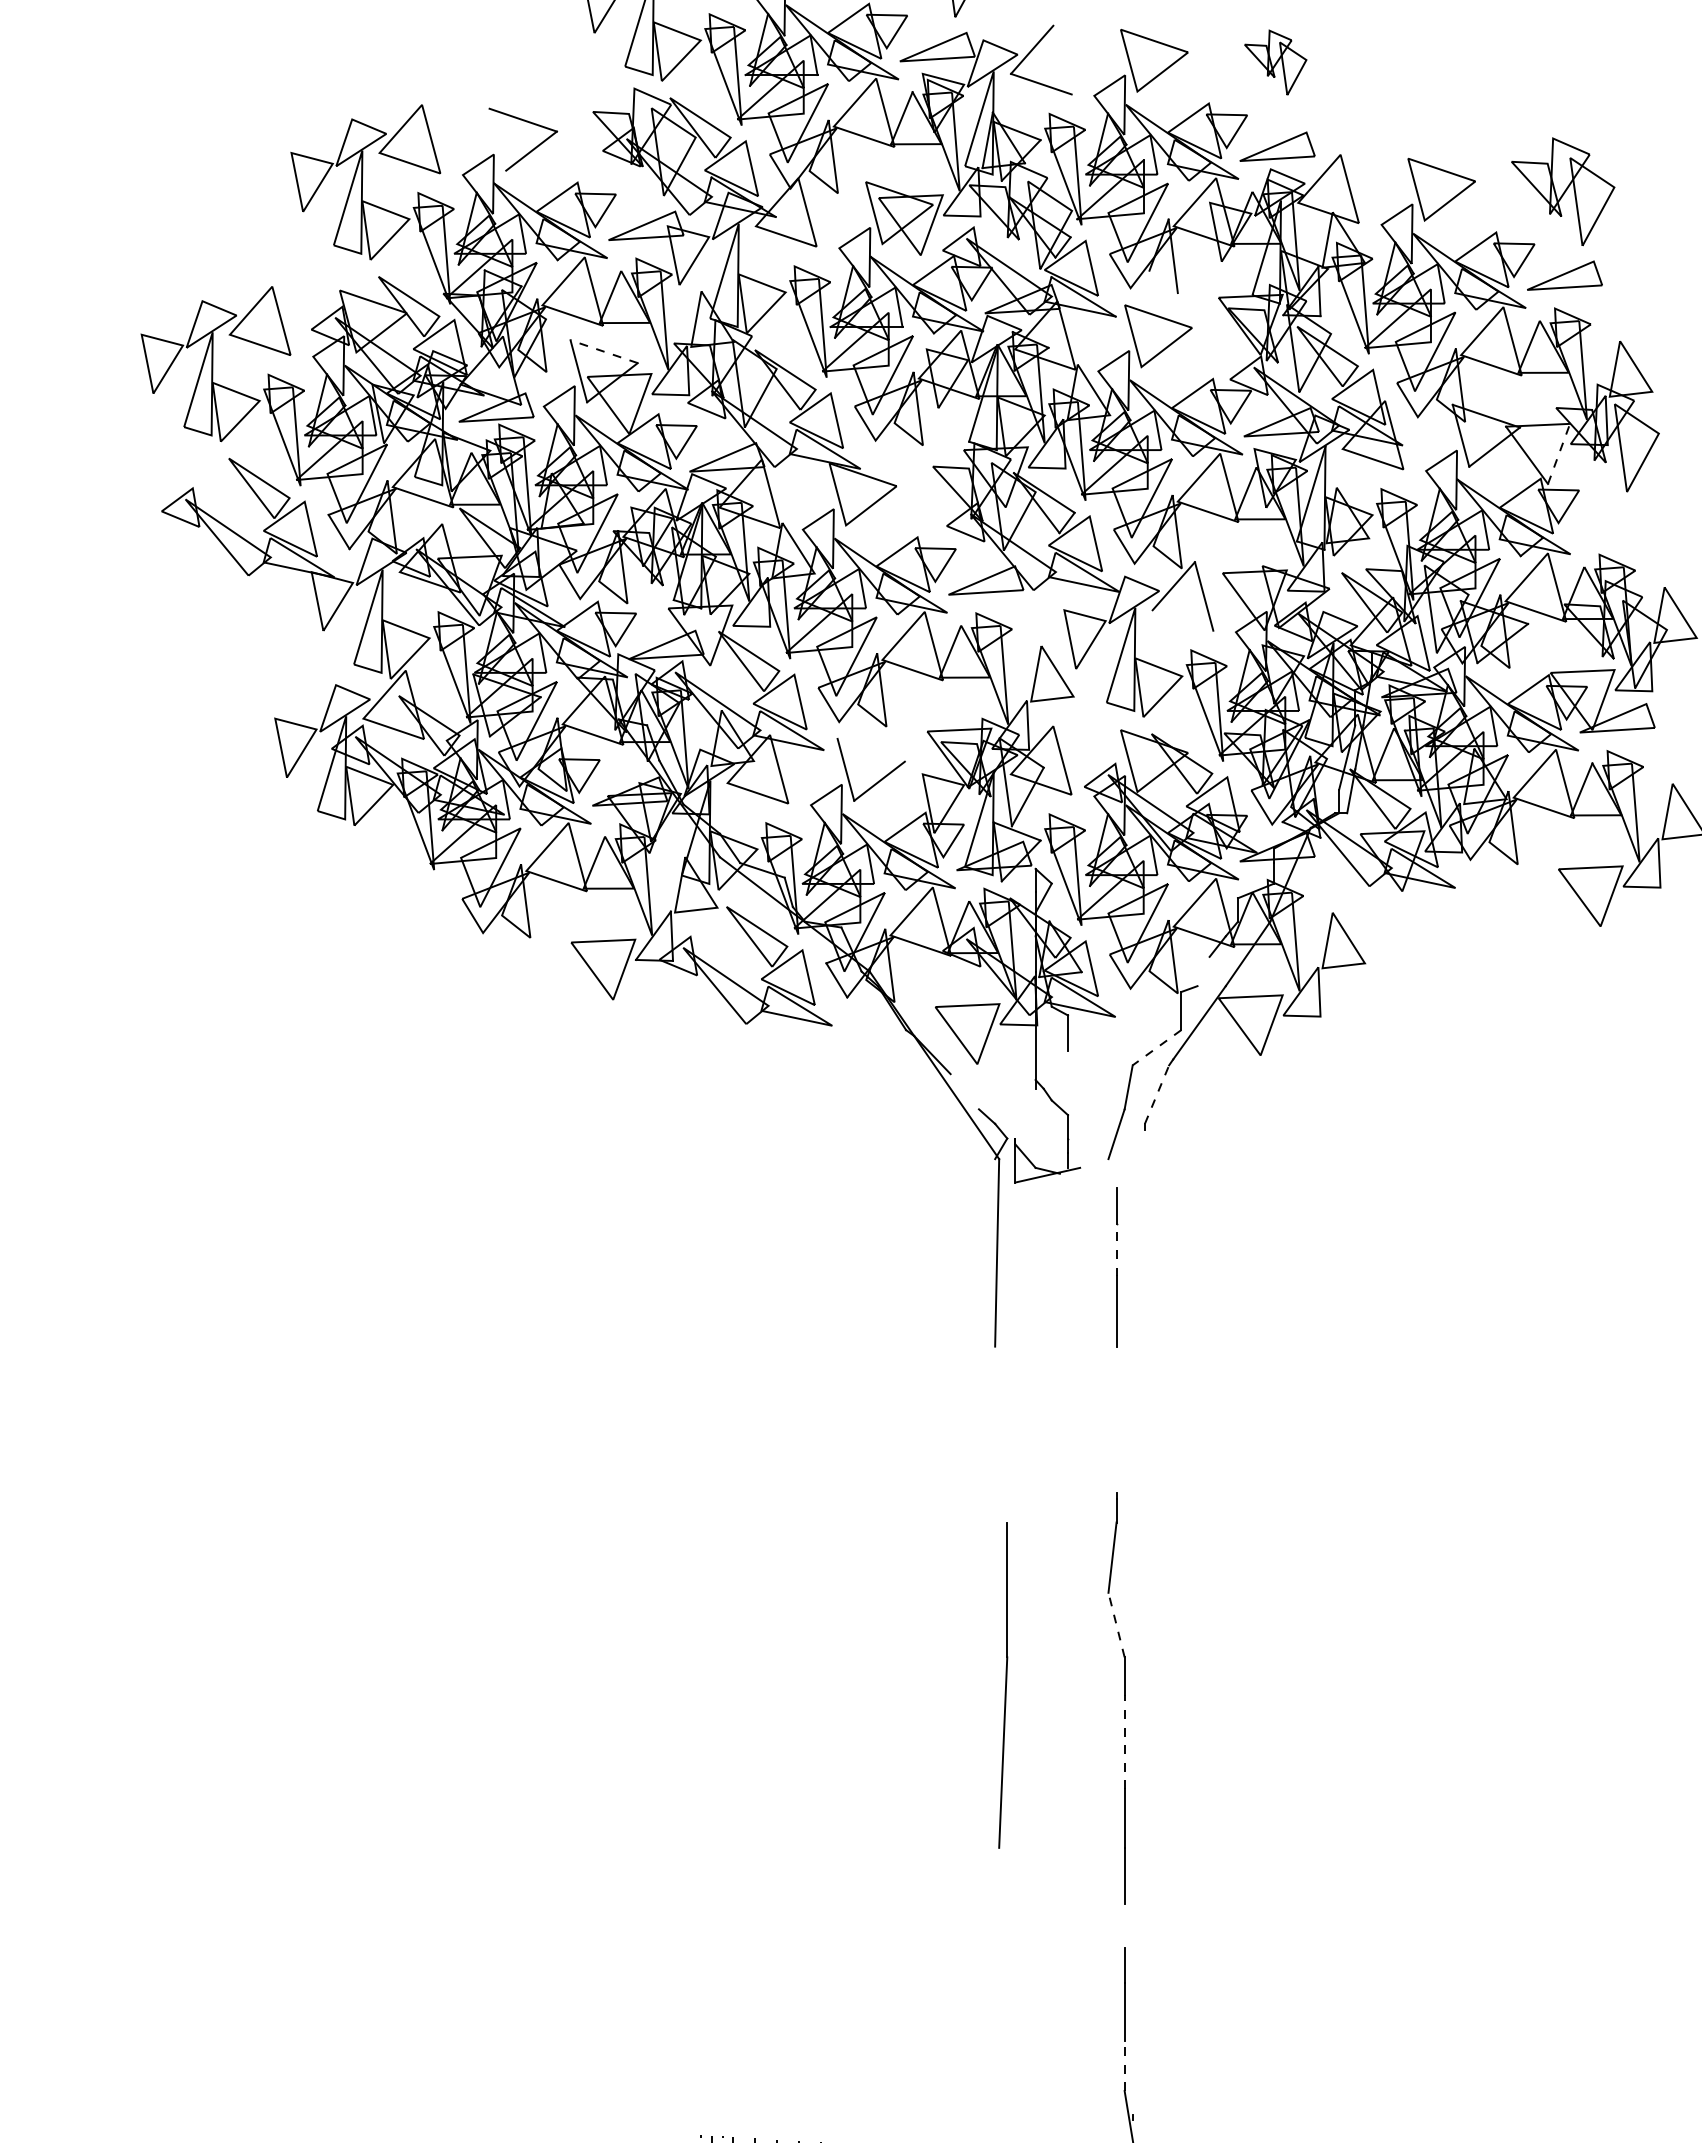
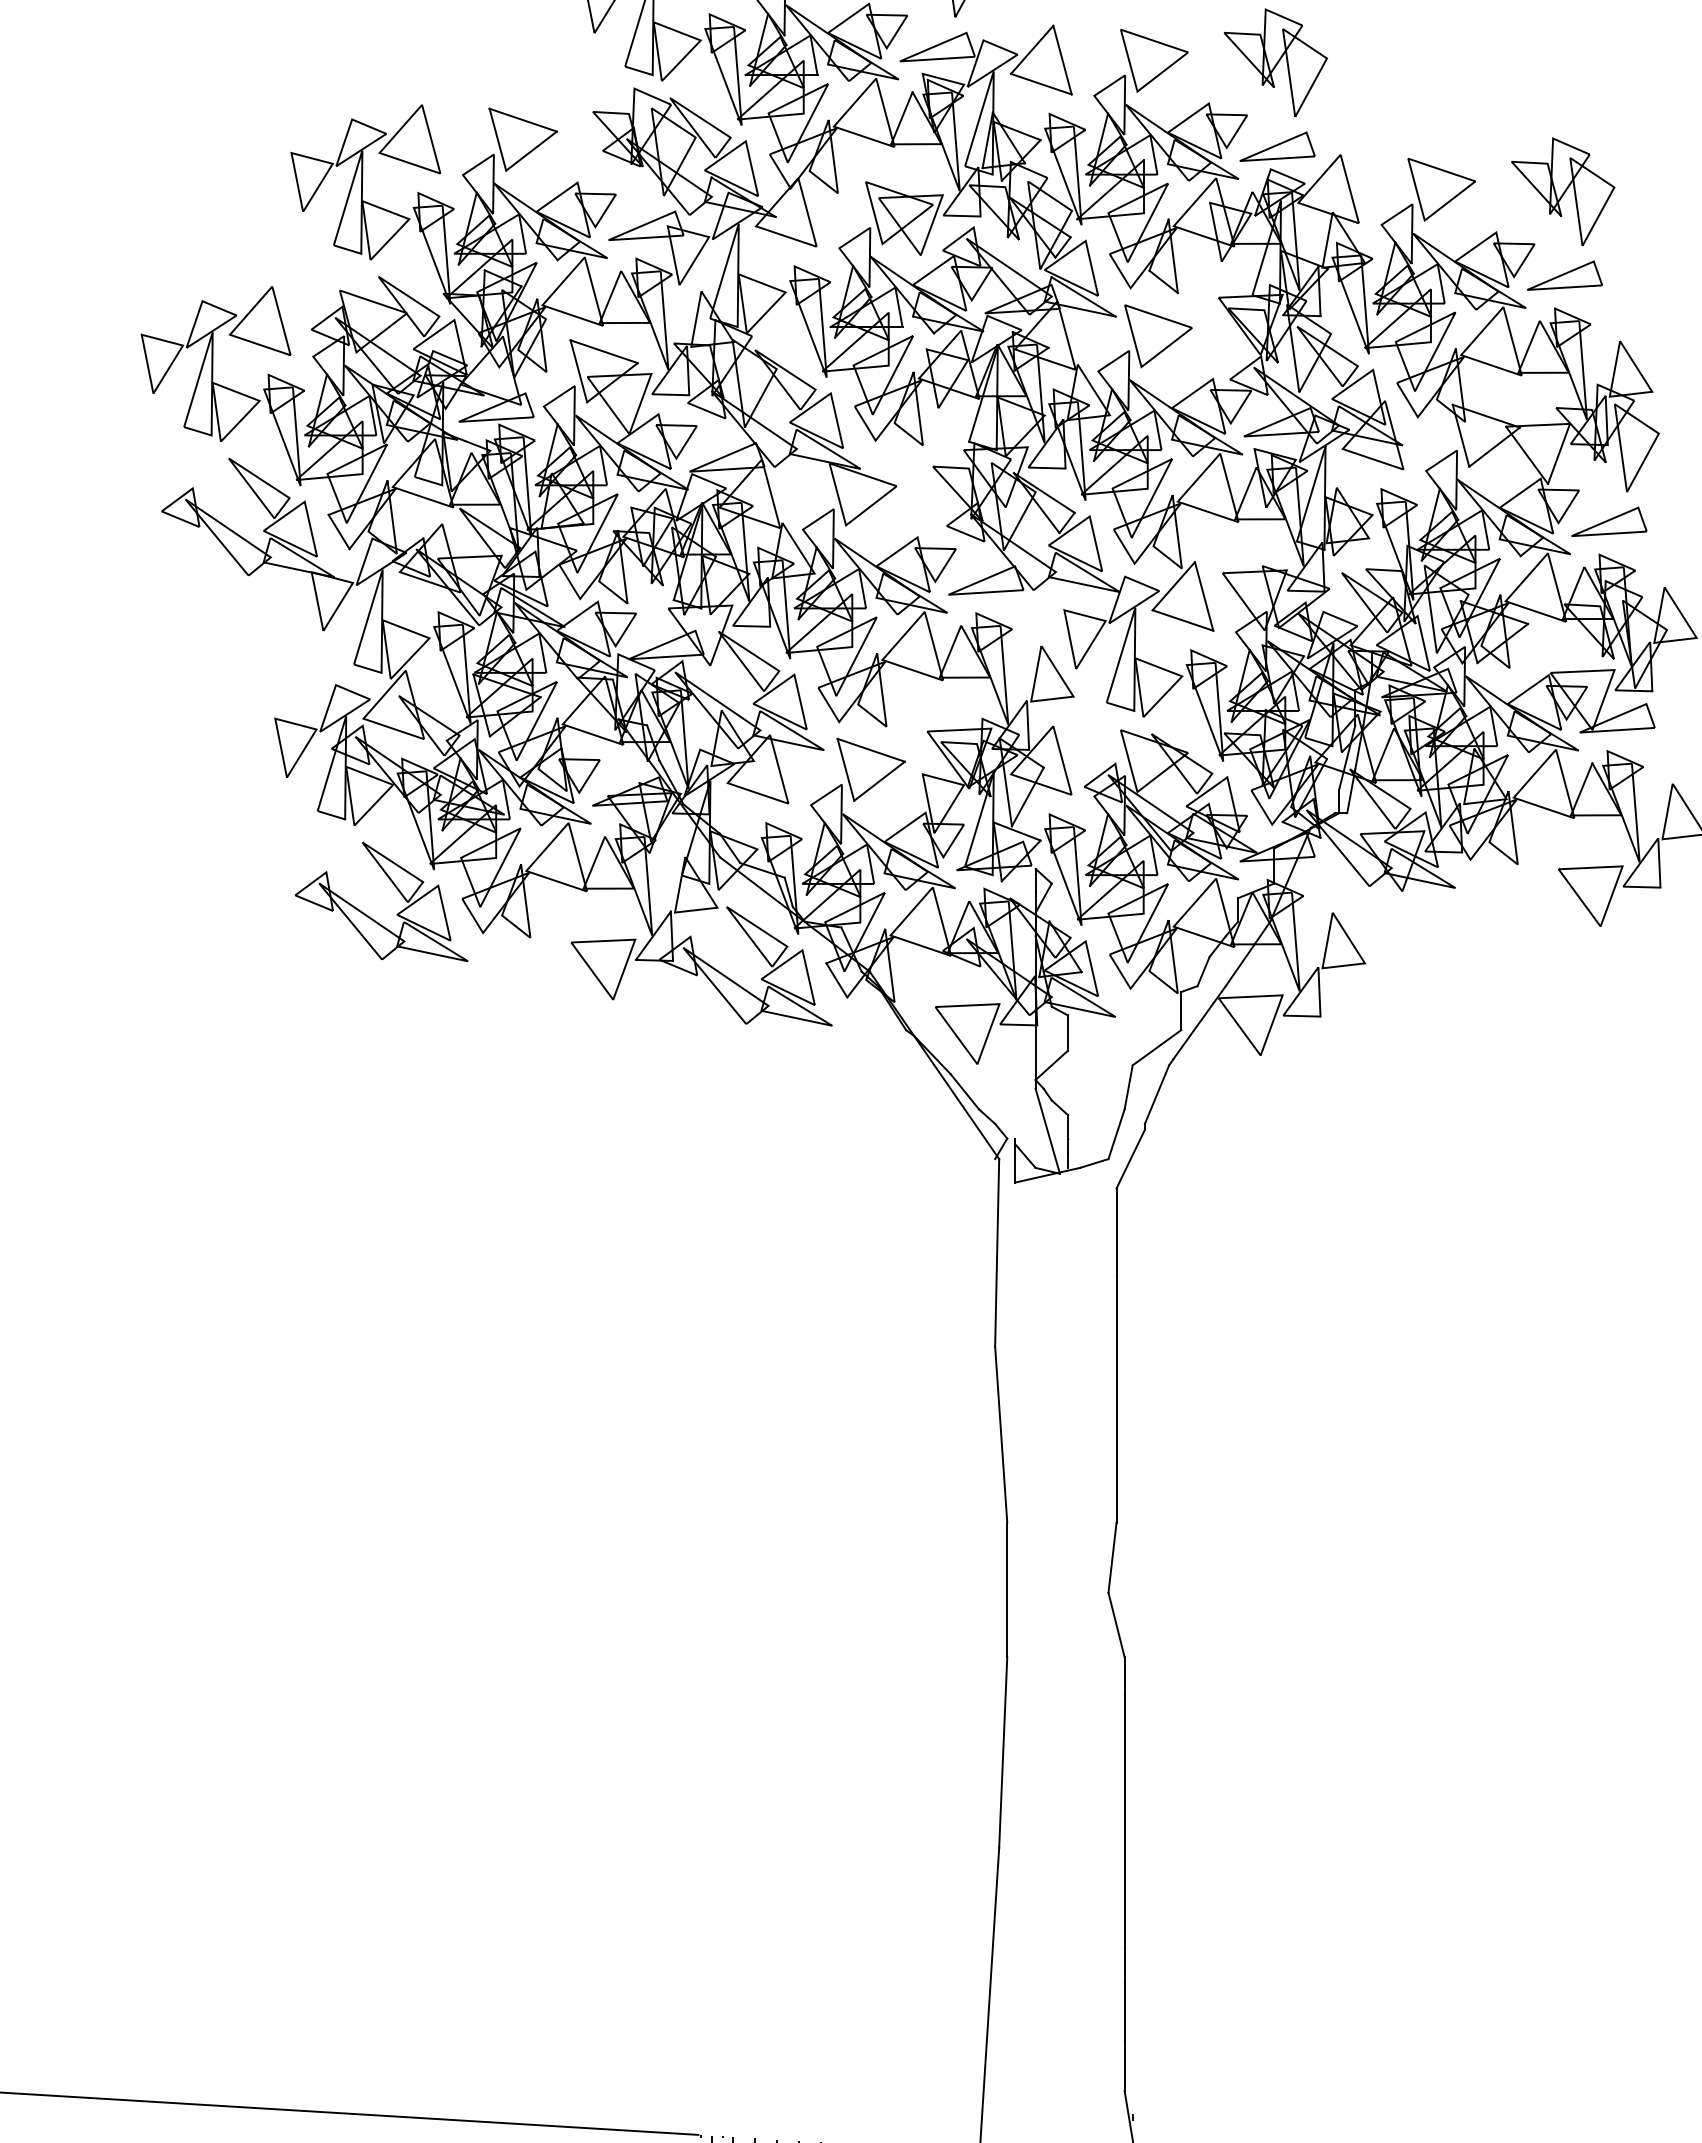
line at (1062, 59): none -> present
part at (1275, 62) size: 64x67 px -> 105x109 px
line at (497, 139): none -> present
line at (1163, 281): none -> present
line at (604, 351): dashed -> solid
line at (1559, 453): dashed -> solid
part at (1609, 521): none -> present
line at (1182, 620): none -> present
line at (870, 749): none -> present
part at (371, 917): none -> present
line at (1203, 971): none -> present
line at (1157, 1047): dashed -> solid
line at (1051, 1065): none -> present
line at (964, 1091): none -> present
line at (1157, 1094): dashed -> solid
line at (1047, 1130): none -> present
line at (1130, 1158): none -> present
line at (1094, 1163): none -> present
line at (1116, 1249): dashed -> solid
line at (1116, 1419): none -> present
line at (1001, 1434): none -> present
line at (1116, 1624): dashed -> solid
line at (1124, 1742): dashed -> solid
line at (1124, 1925): none -> present
line at (989, 1993): none -> present
line at (1124, 2066): dashed -> solid
line at (350, 2113): none -> present
